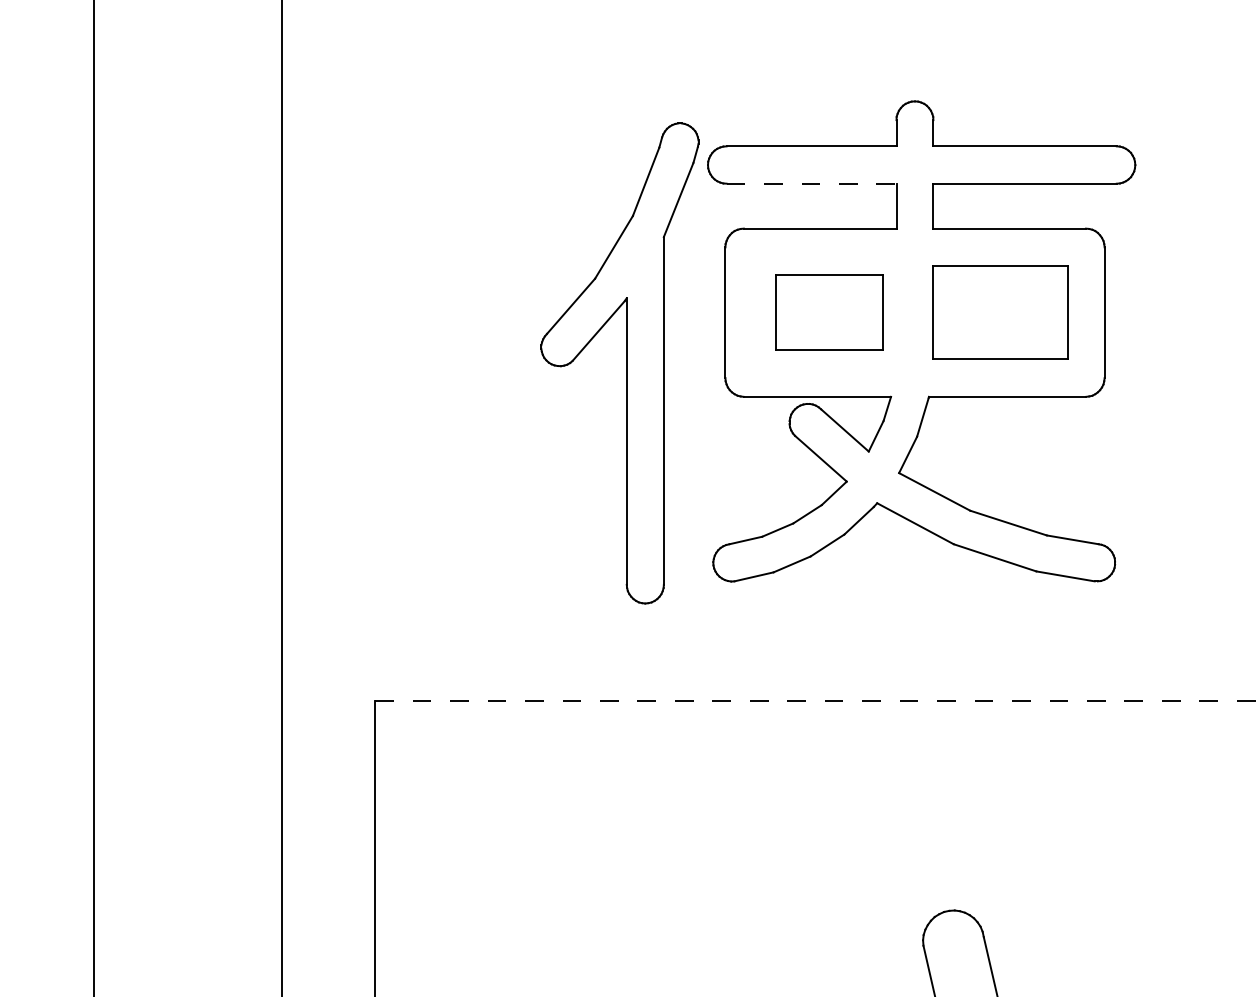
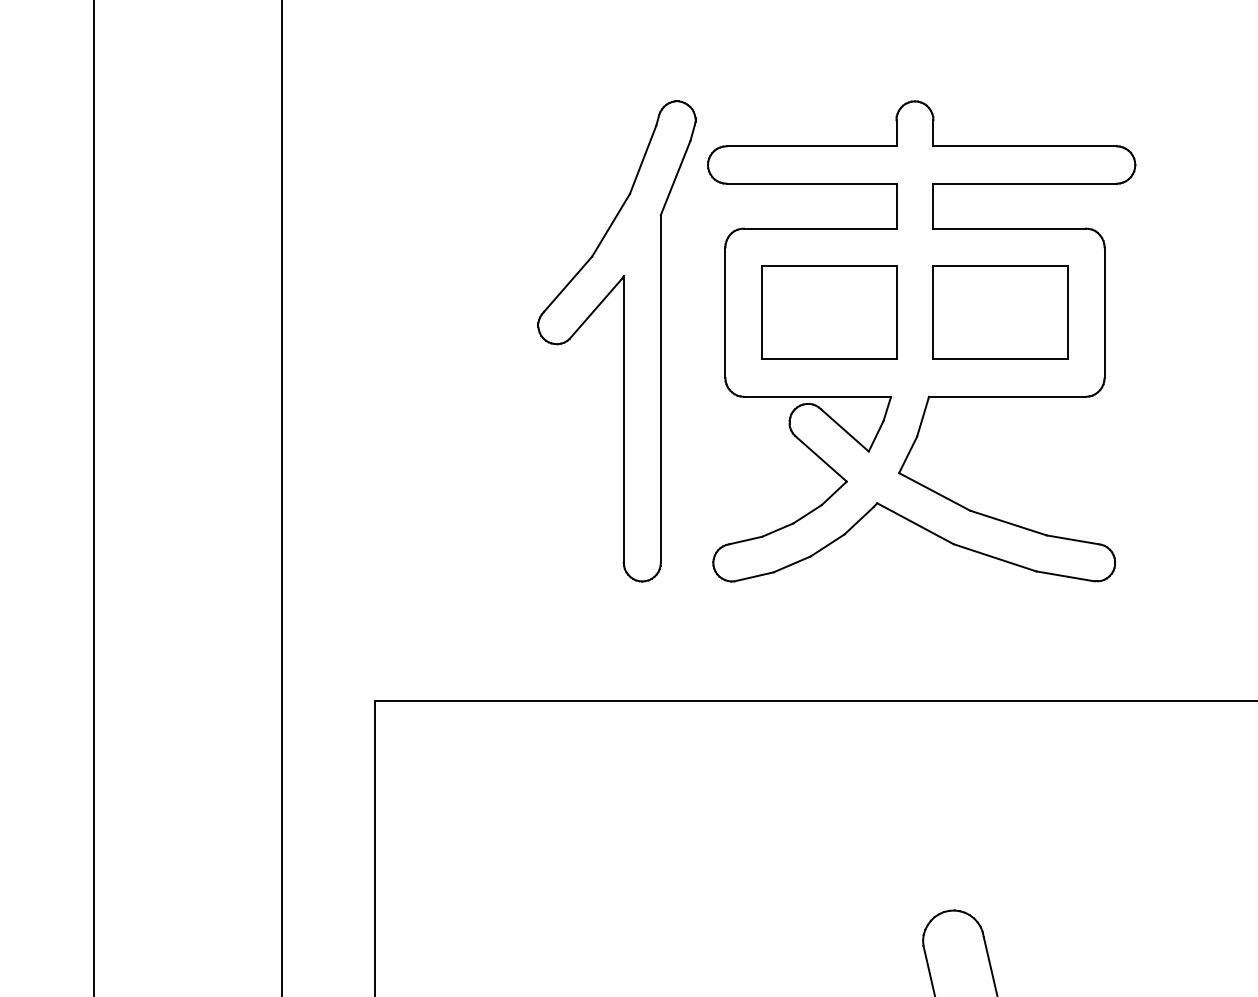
line at (811, 183): dashed -> solid
part at (829, 312) size: 109x77 px -> 137x95 px
part at (626, 363) position: (626, 363) -> (623, 341)
line at (816, 701): dashed -> solid
